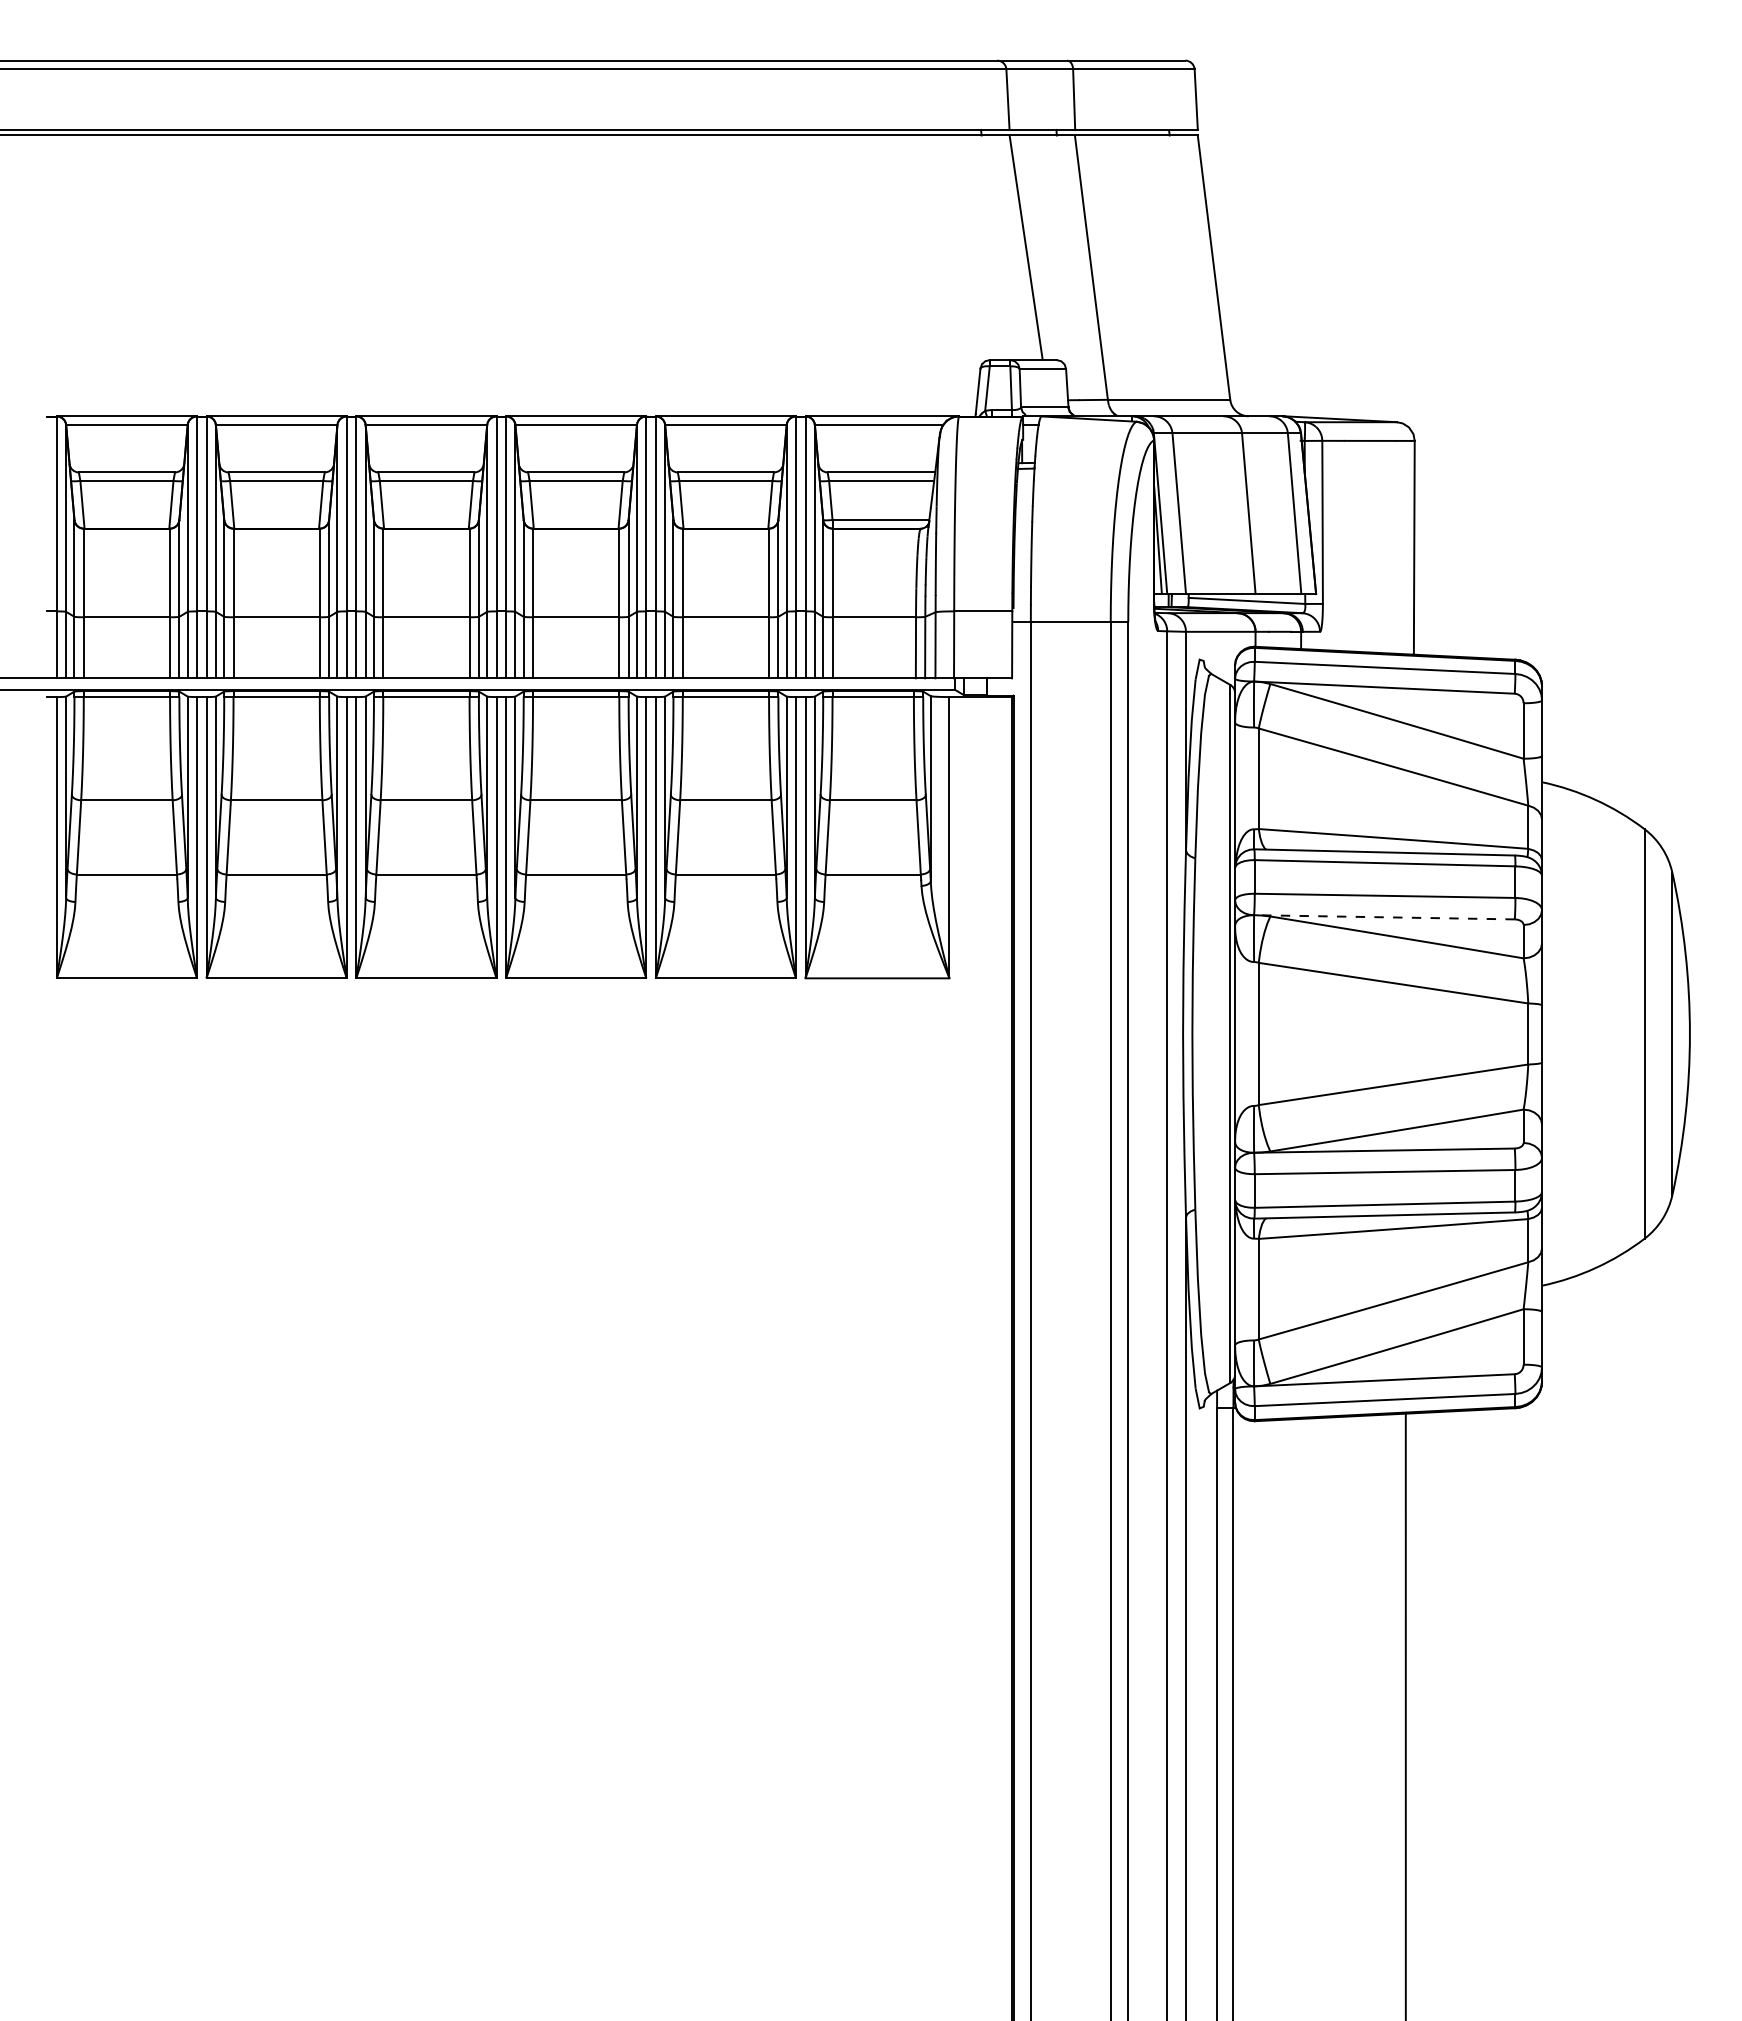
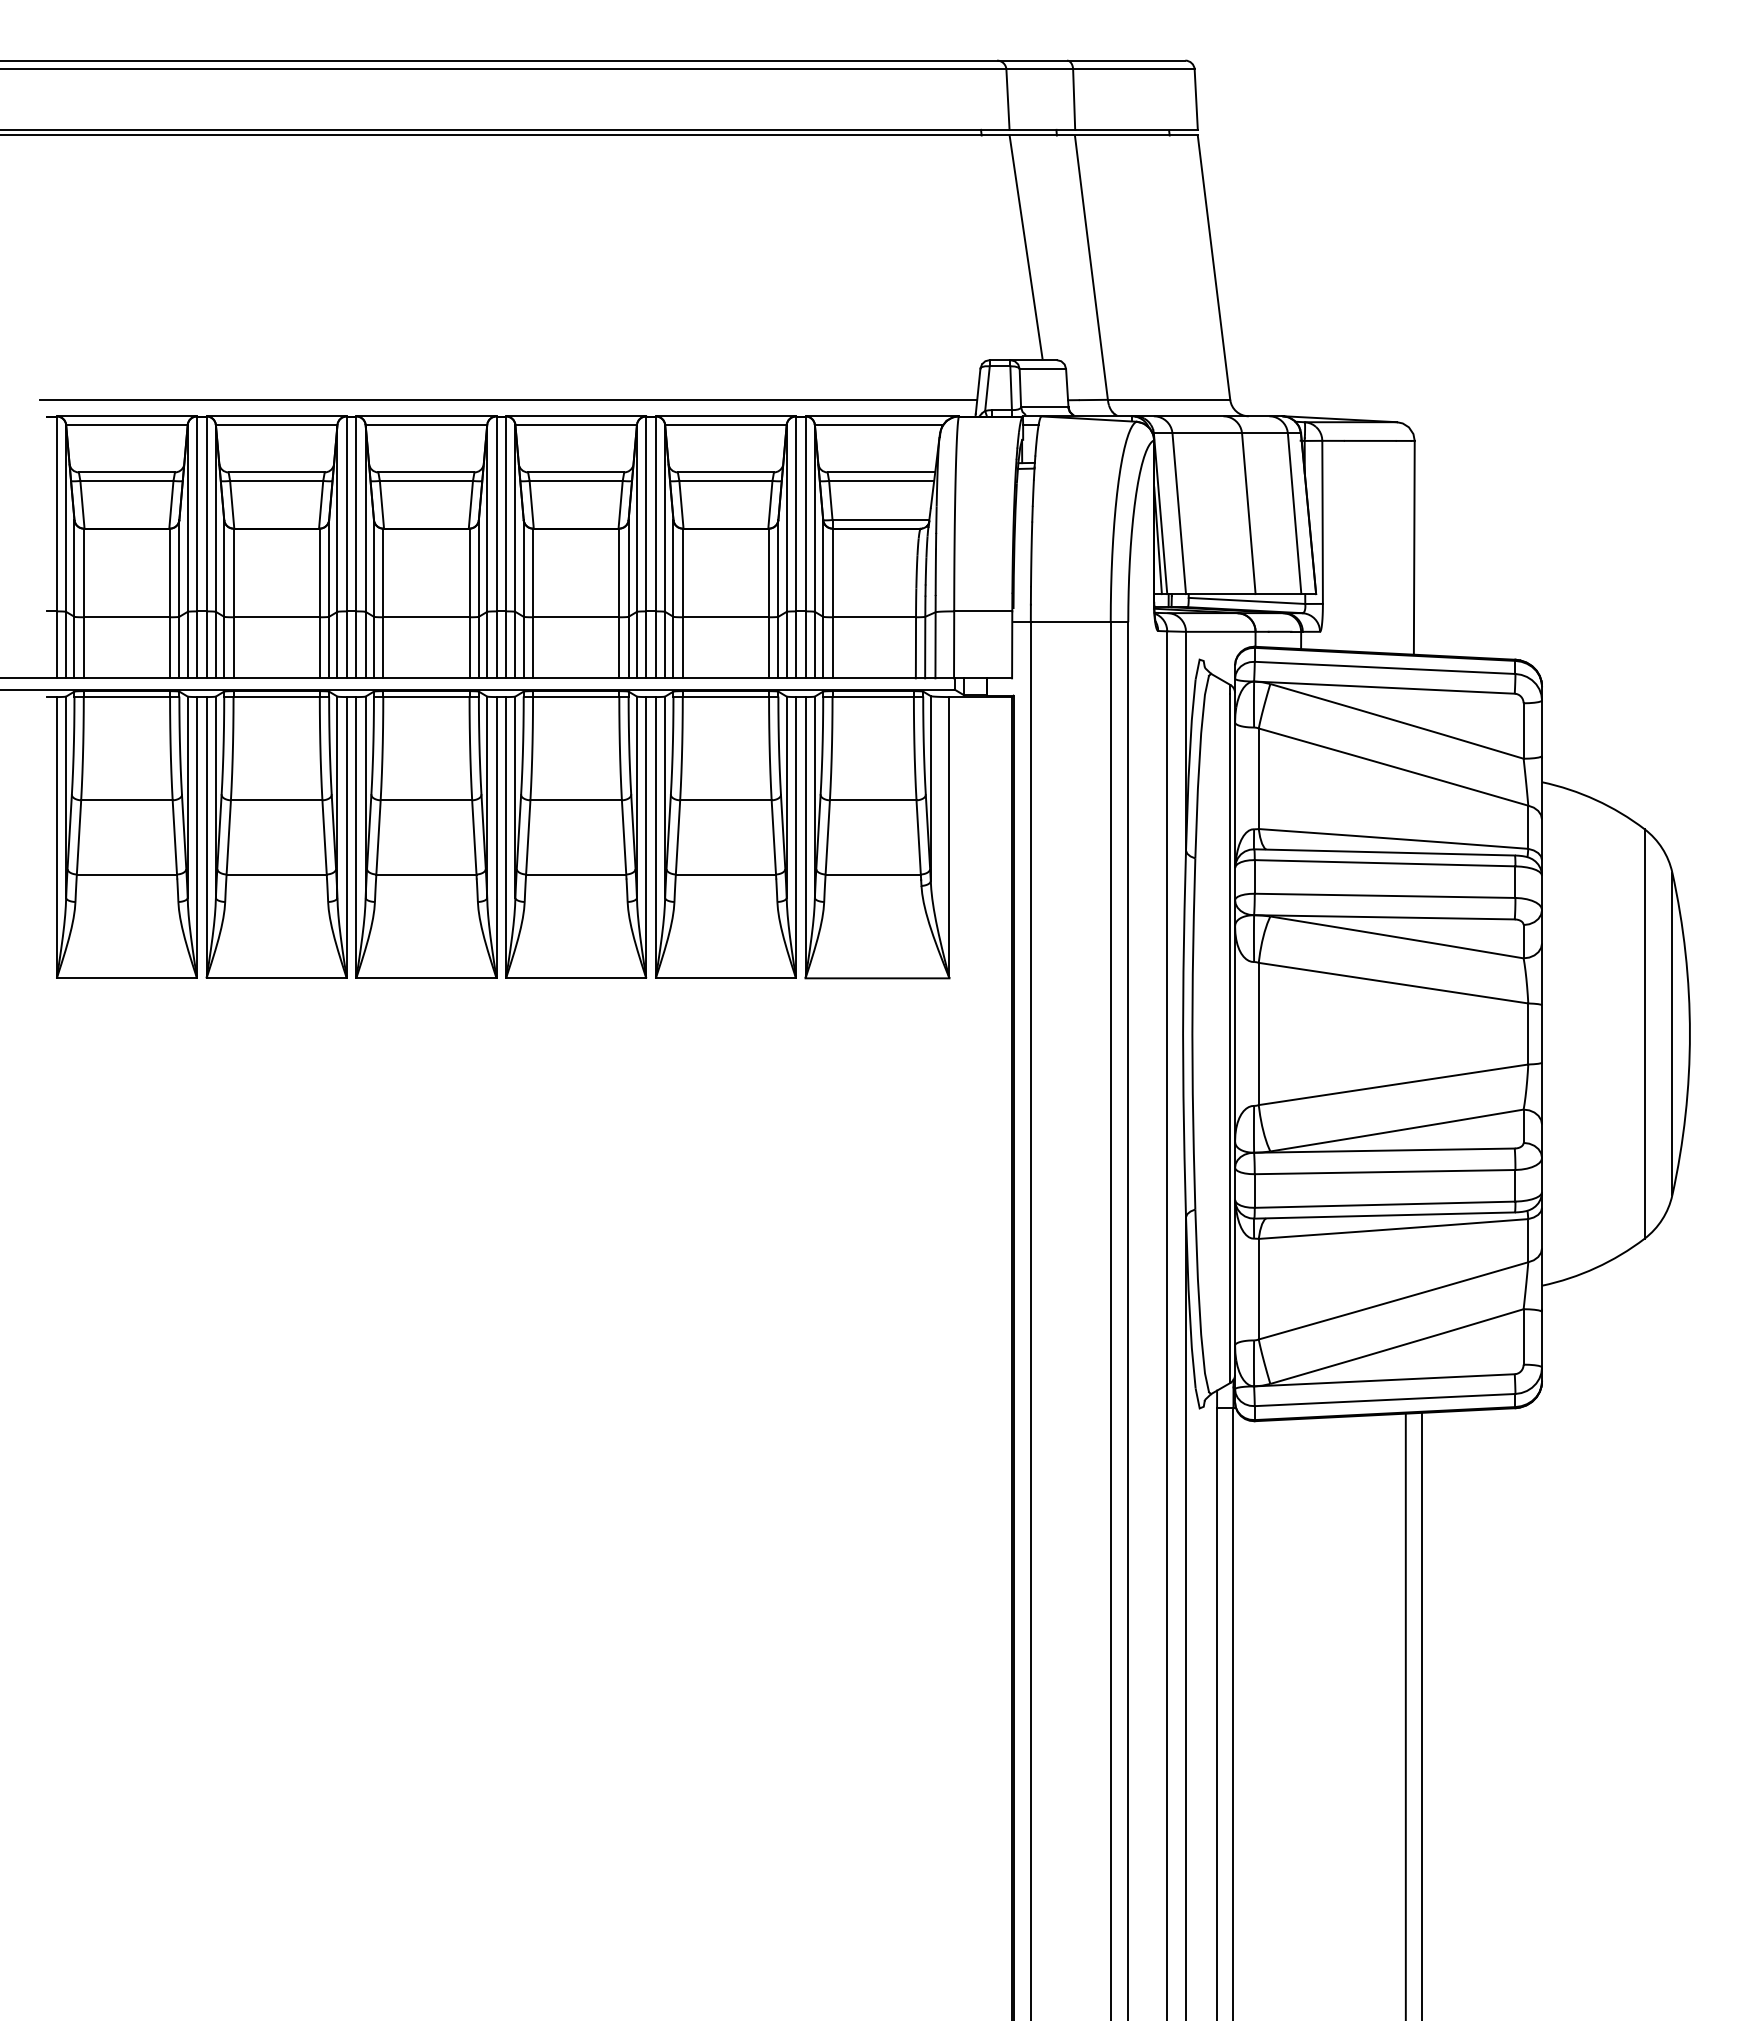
line at (508, 400): none -> present
line at (1383, 917): dashed -> solid
line at (1422, 1714): none -> present
